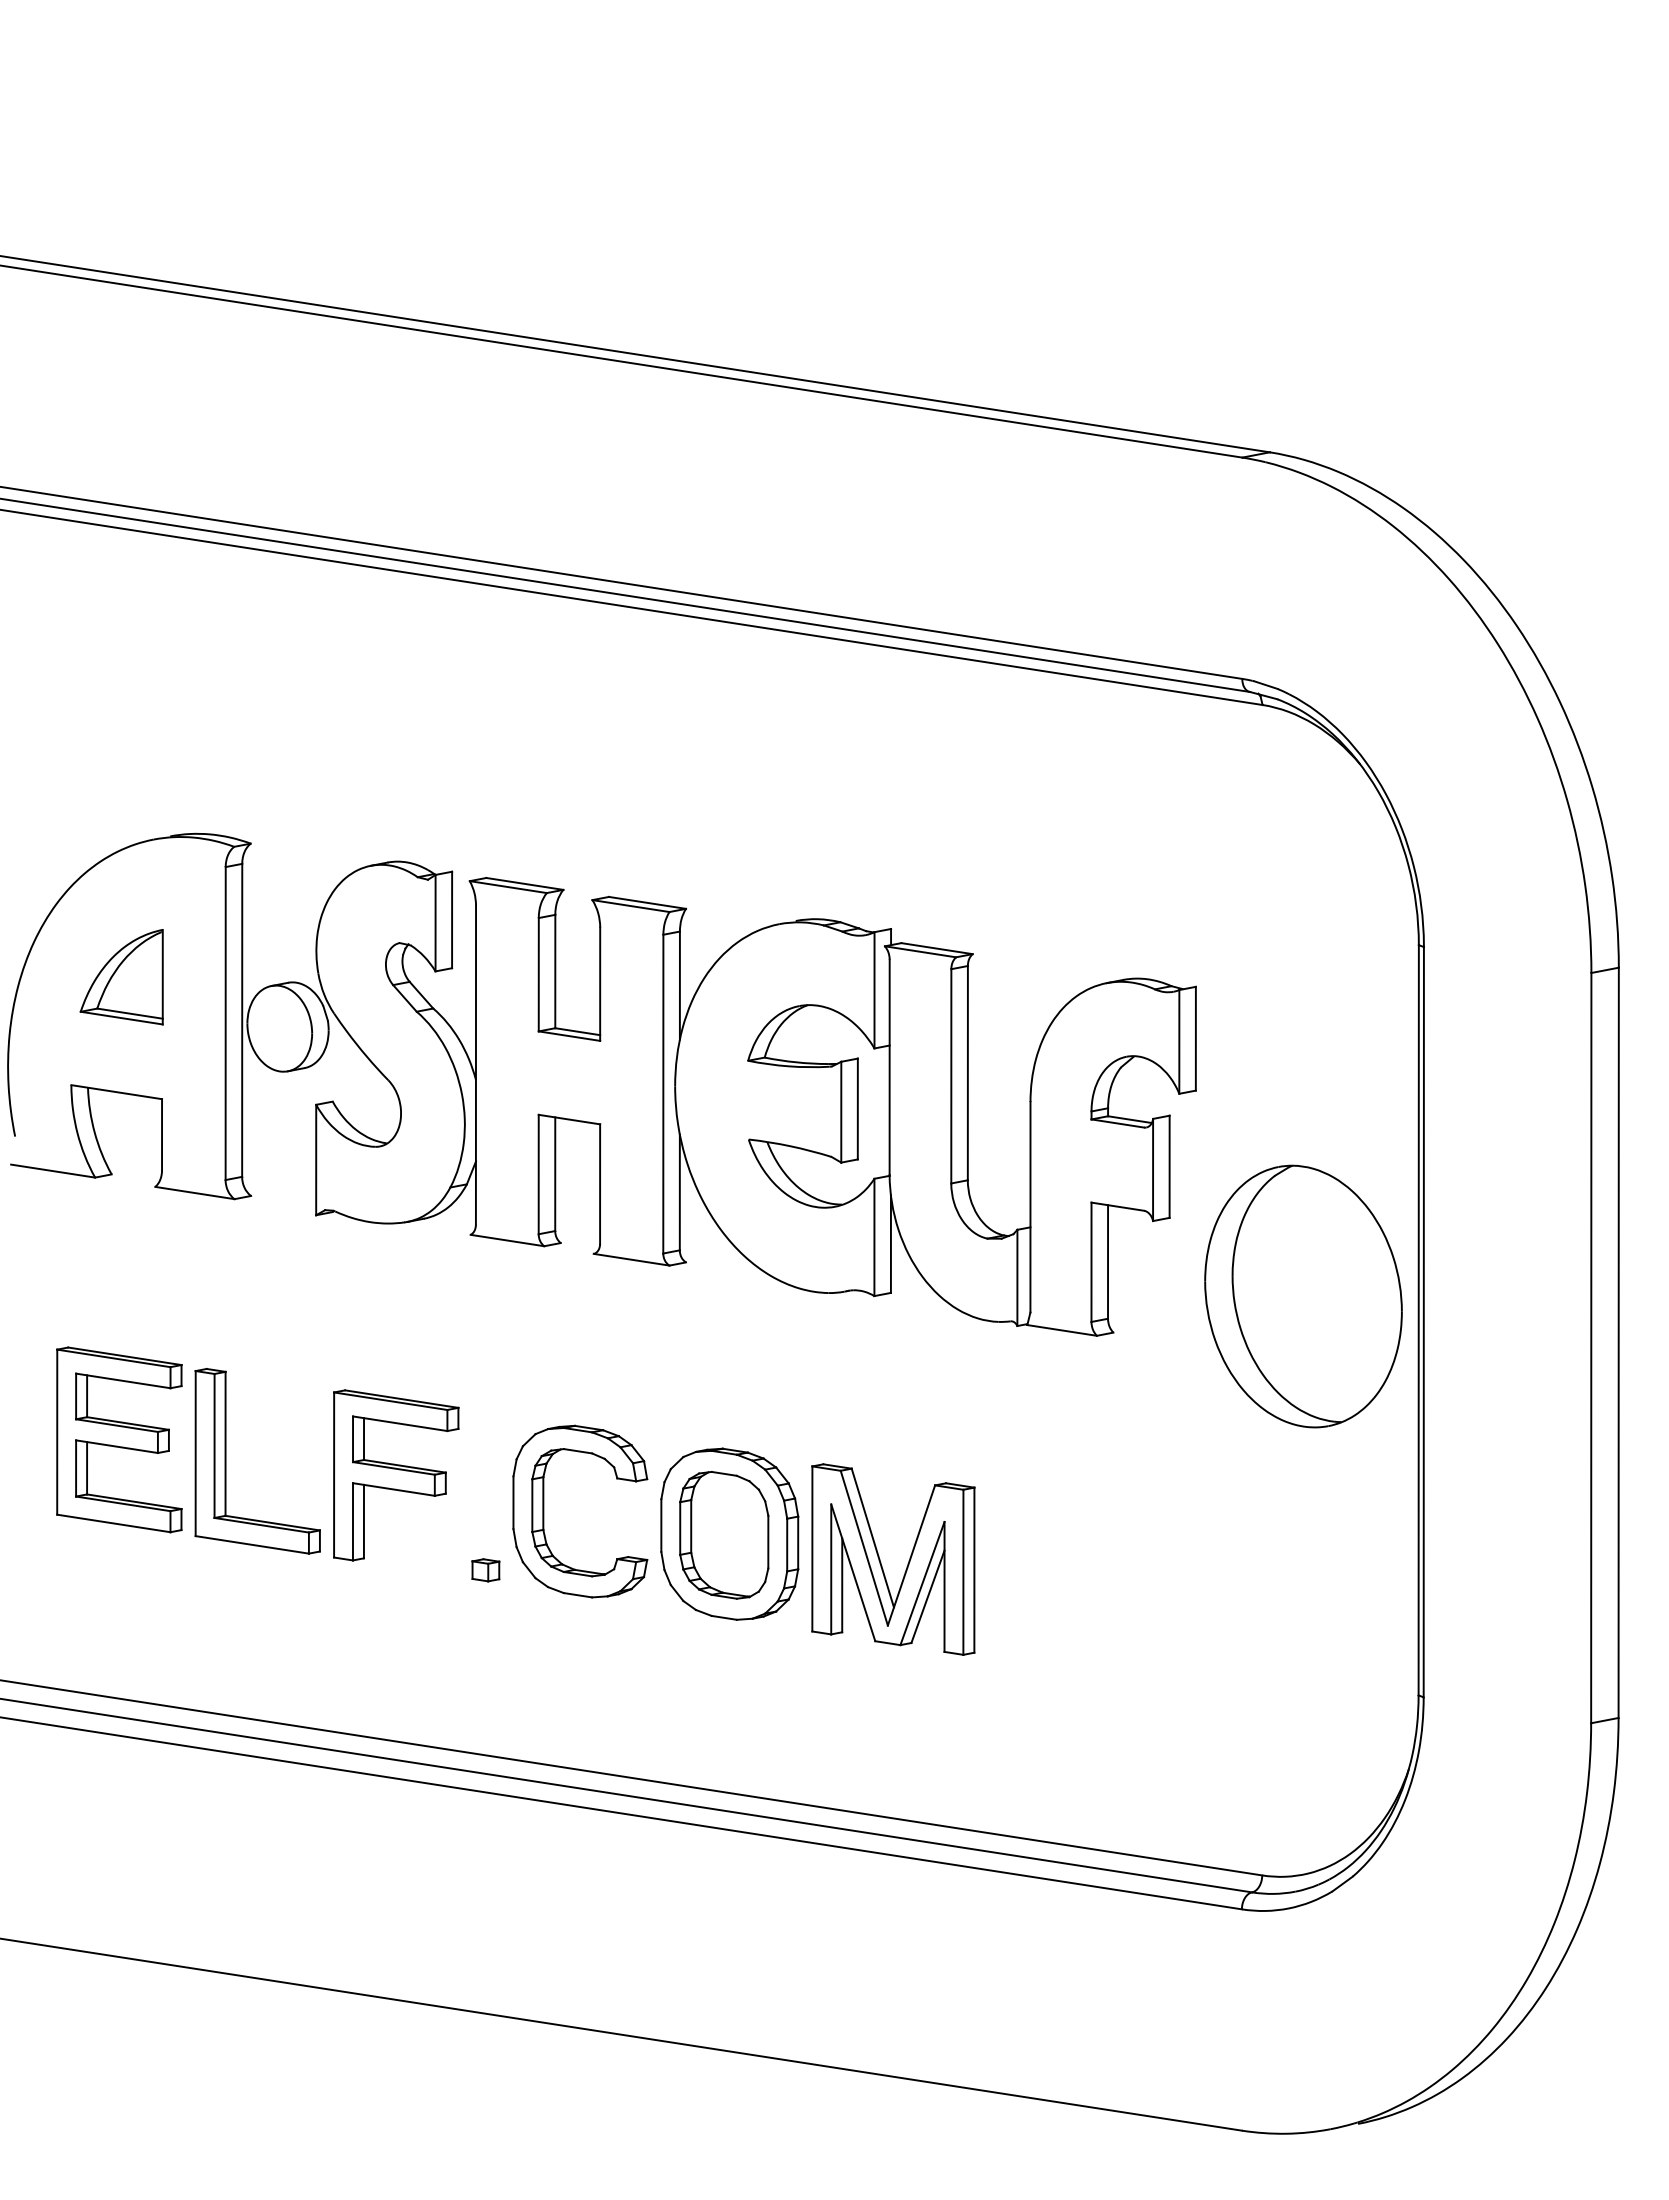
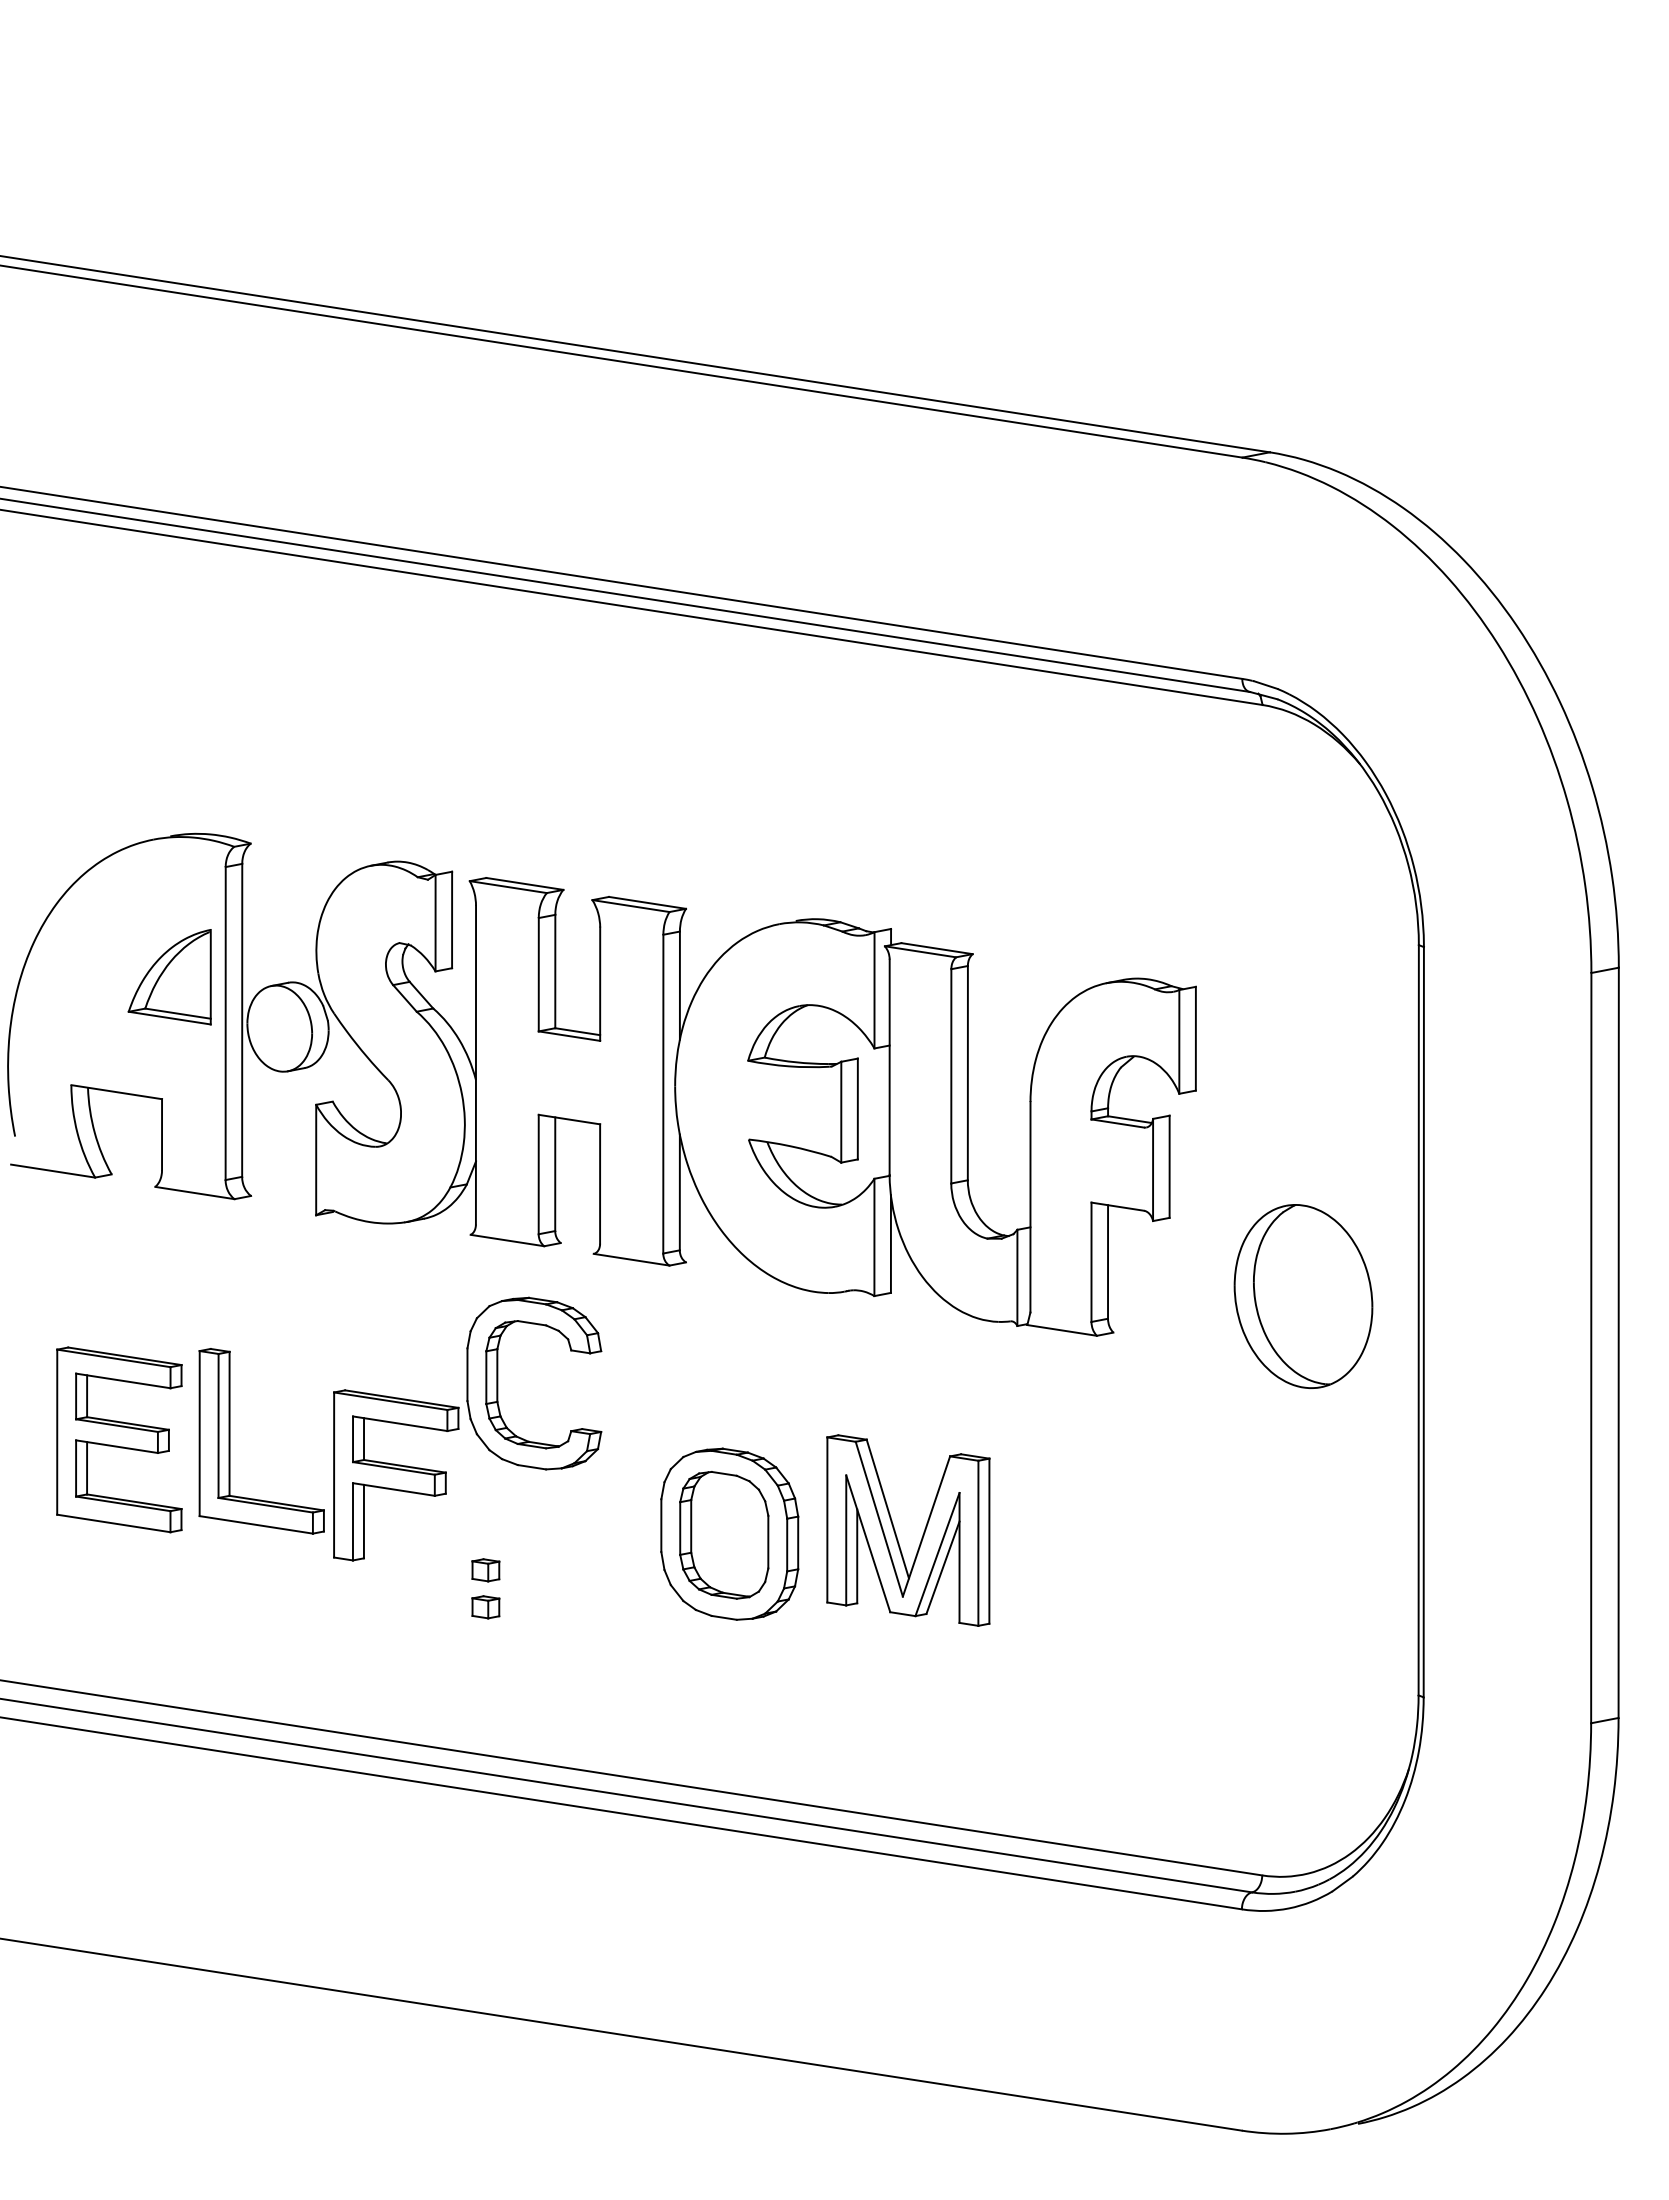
part at (121, 977) position: (121, 977) -> (169, 977)
part at (1303, 1296) size: 199x265 px -> 141x185 px
part at (226, 1461) position: (226, 1461) -> (230, 1441)
part at (544, 1511) position: (544, 1511) -> (498, 1383)
part at (881, 1562) position: (881, 1562) -> (896, 1533)
part at (485, 1607): none -> present
